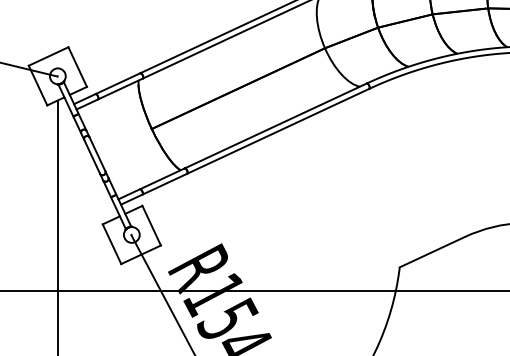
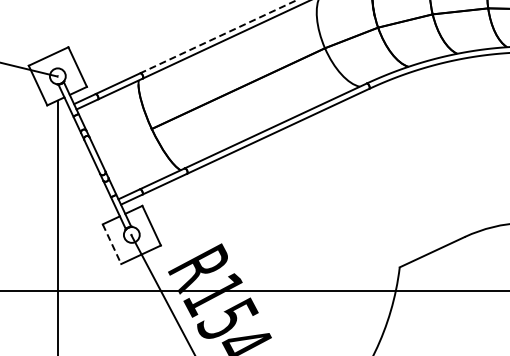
line at (217, 37): solid -> dashed
line at (112, 244): solid -> dashed
